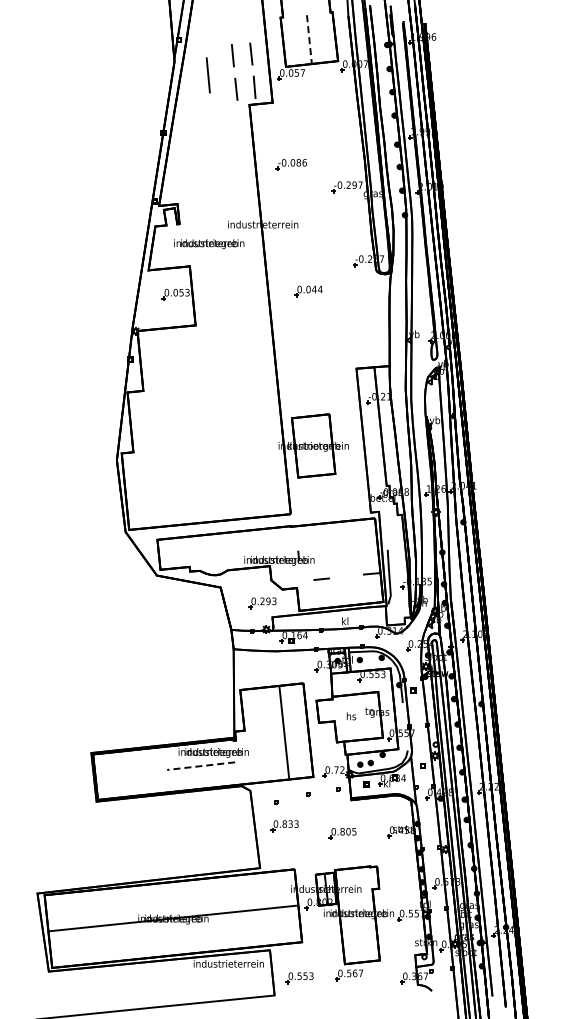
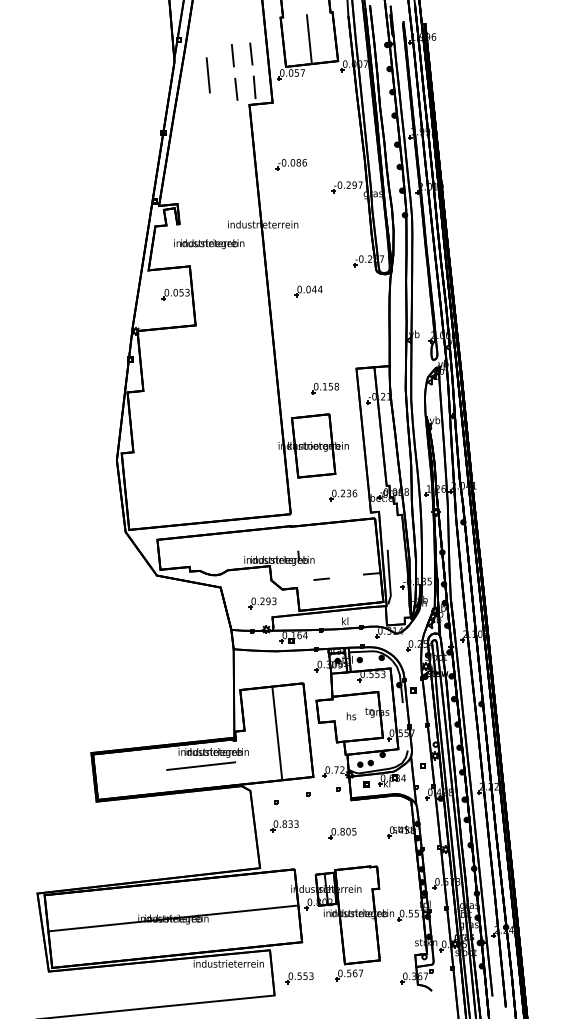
line at (309, 39): dashed -> solid
part at (325, 388): none -> present
part at (343, 495): none -> present
line at (284, 732) position: (284, 732) -> (277, 733)
line at (200, 766): dashed -> solid
